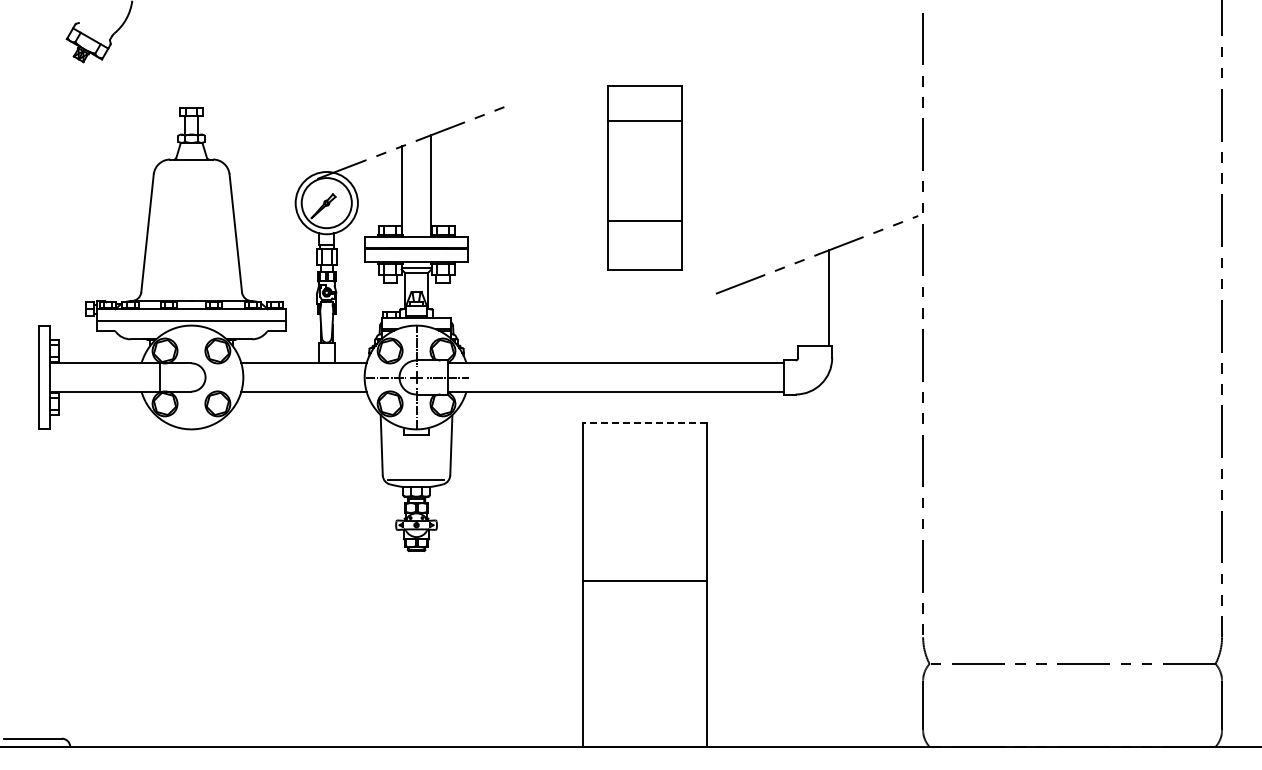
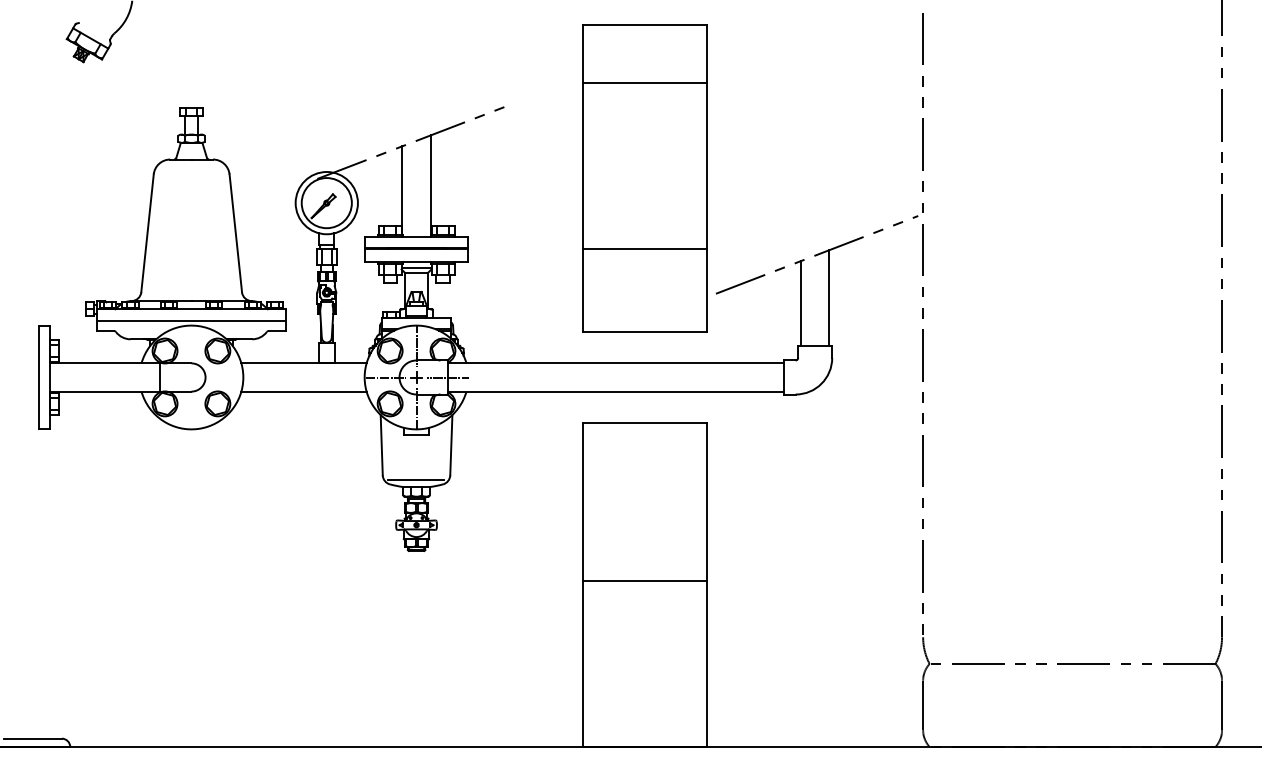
part at (644, 177) size: 76x186 px -> 126x309 px
line at (801, 303): none -> present
line at (644, 423): dashed -> solid
